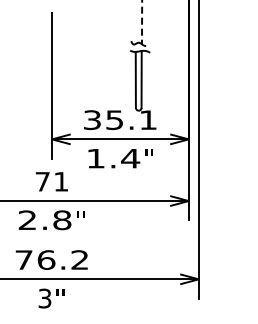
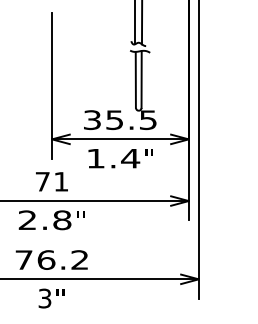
line at (142, 22): dashed -> solid
line at (135, 23): none -> present
text at (148, 120): 35.1 -> 35.5
